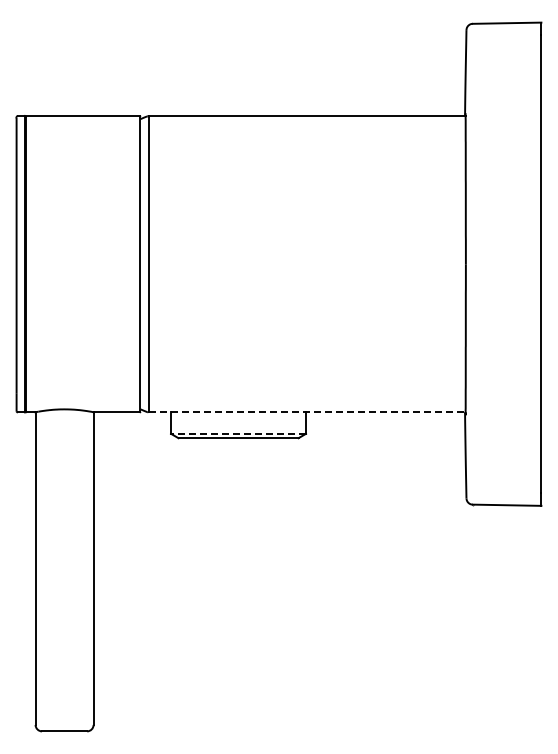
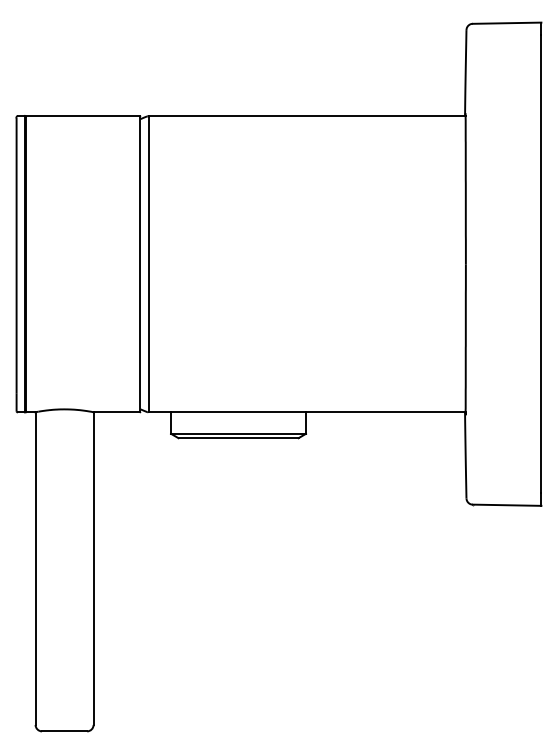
line at (307, 412): dashed -> solid
line at (238, 433): dashed -> solid
